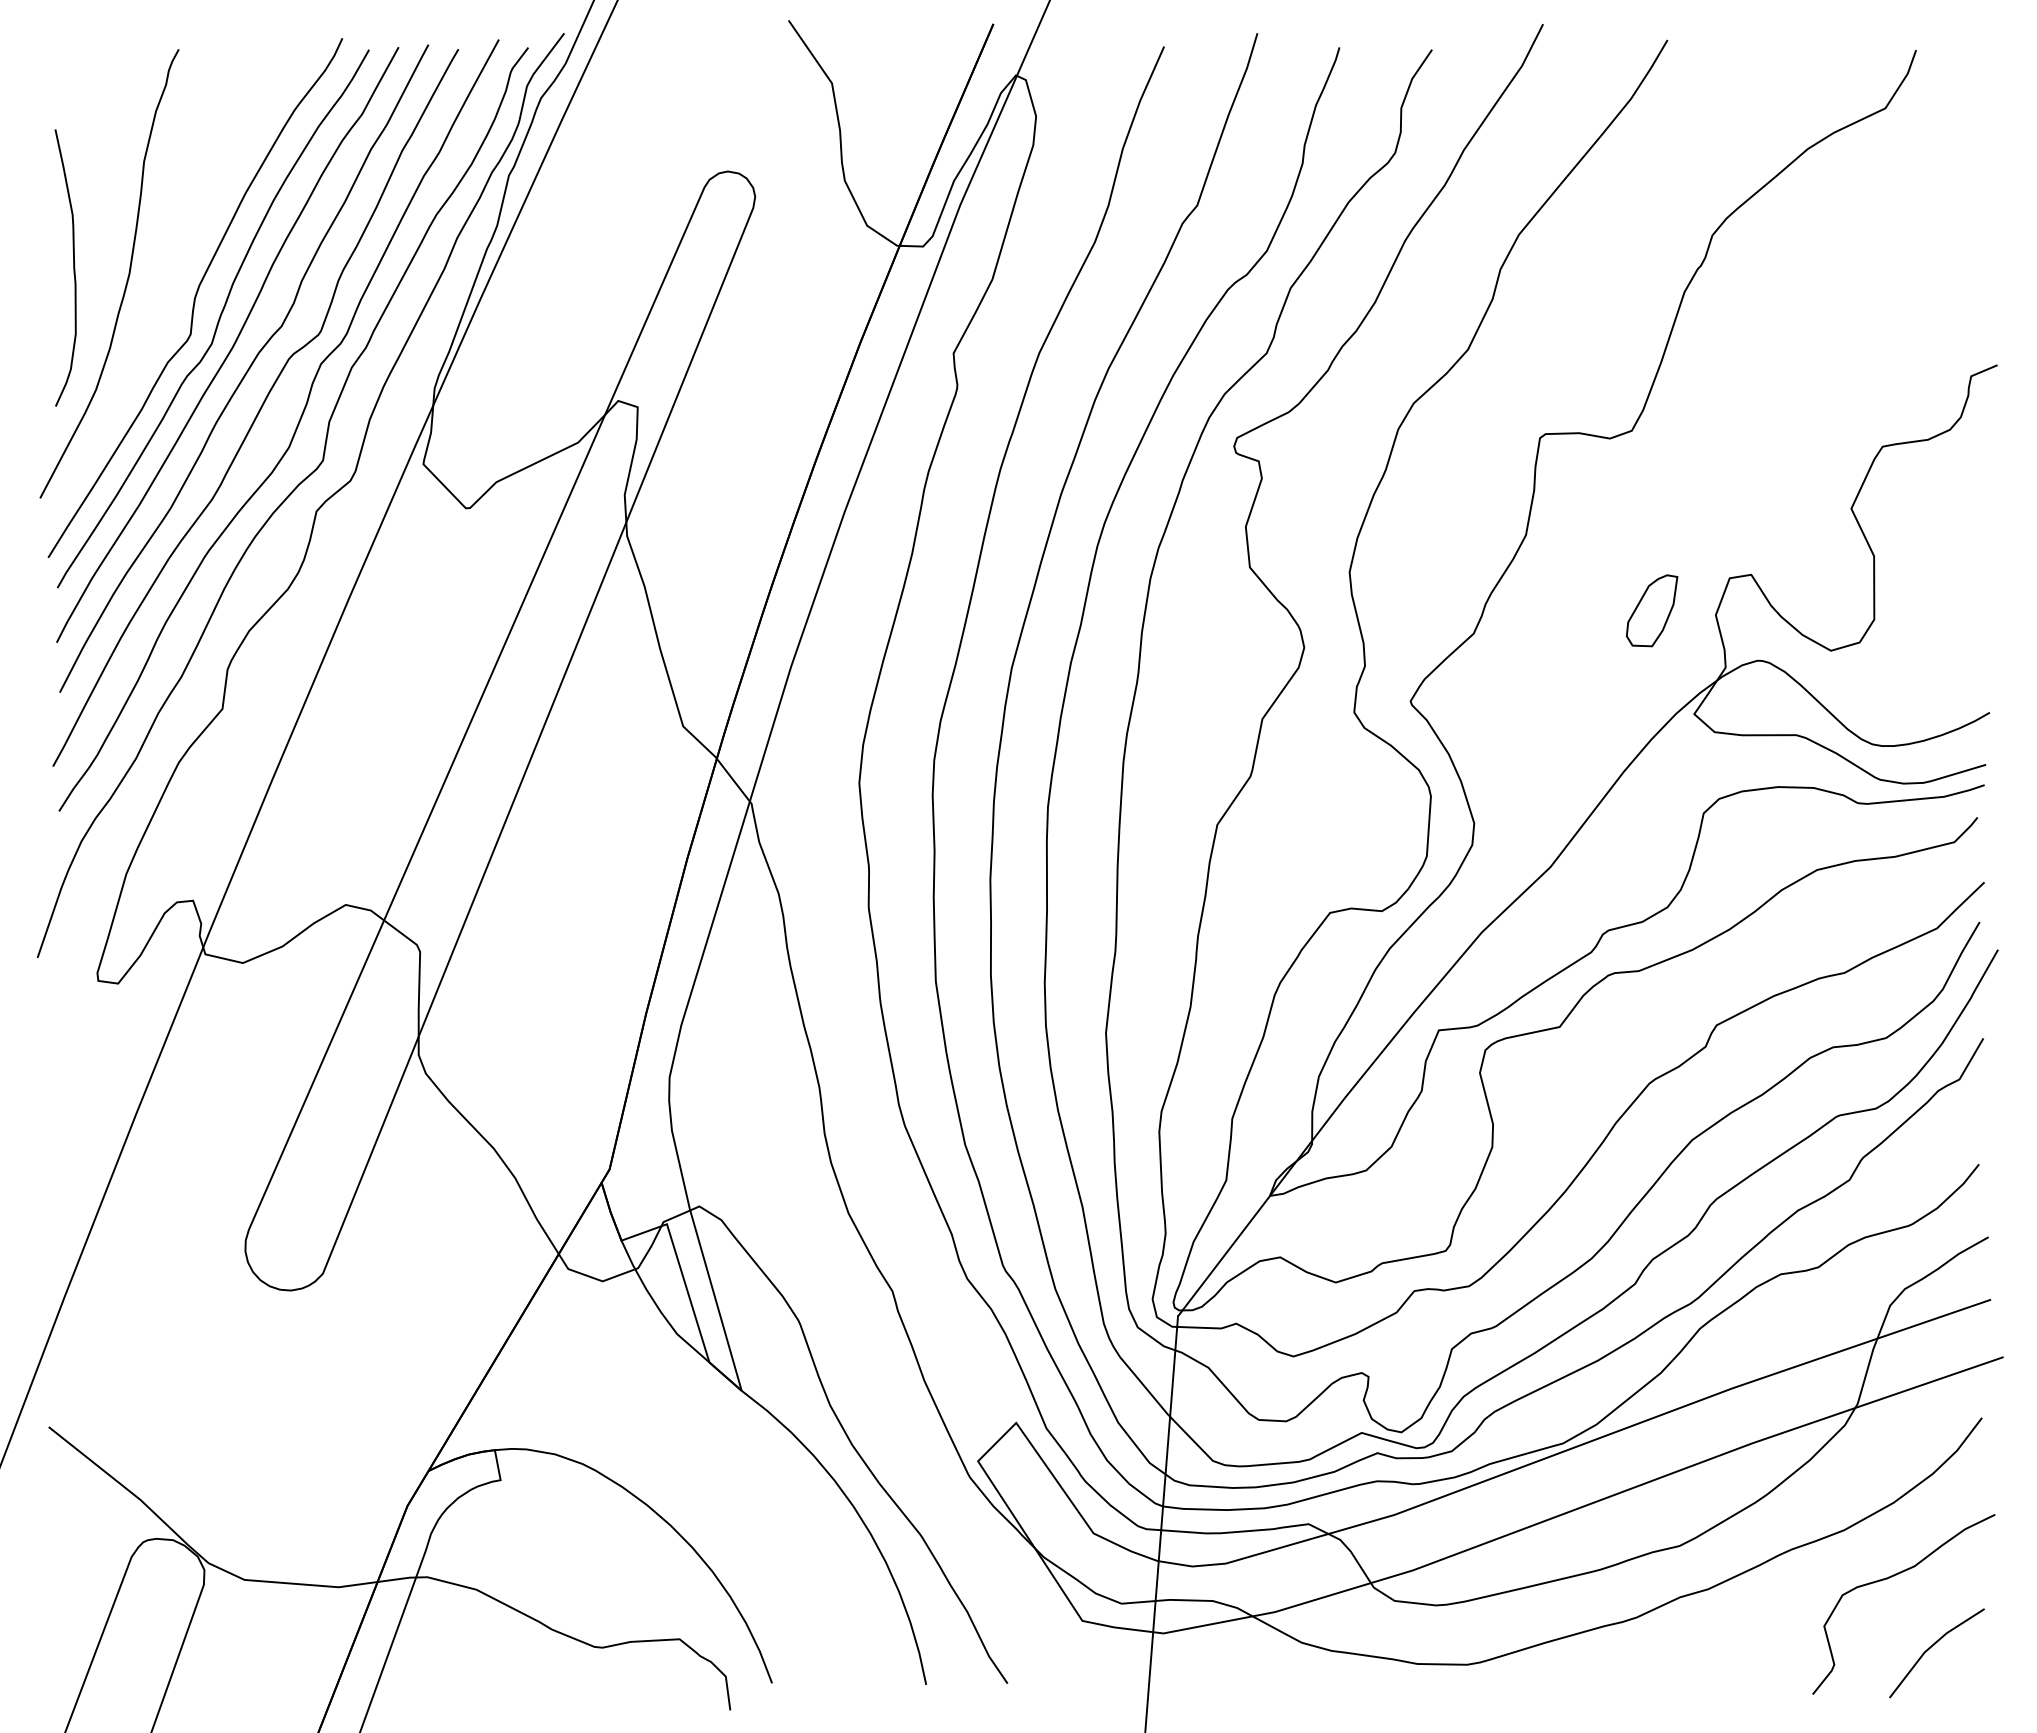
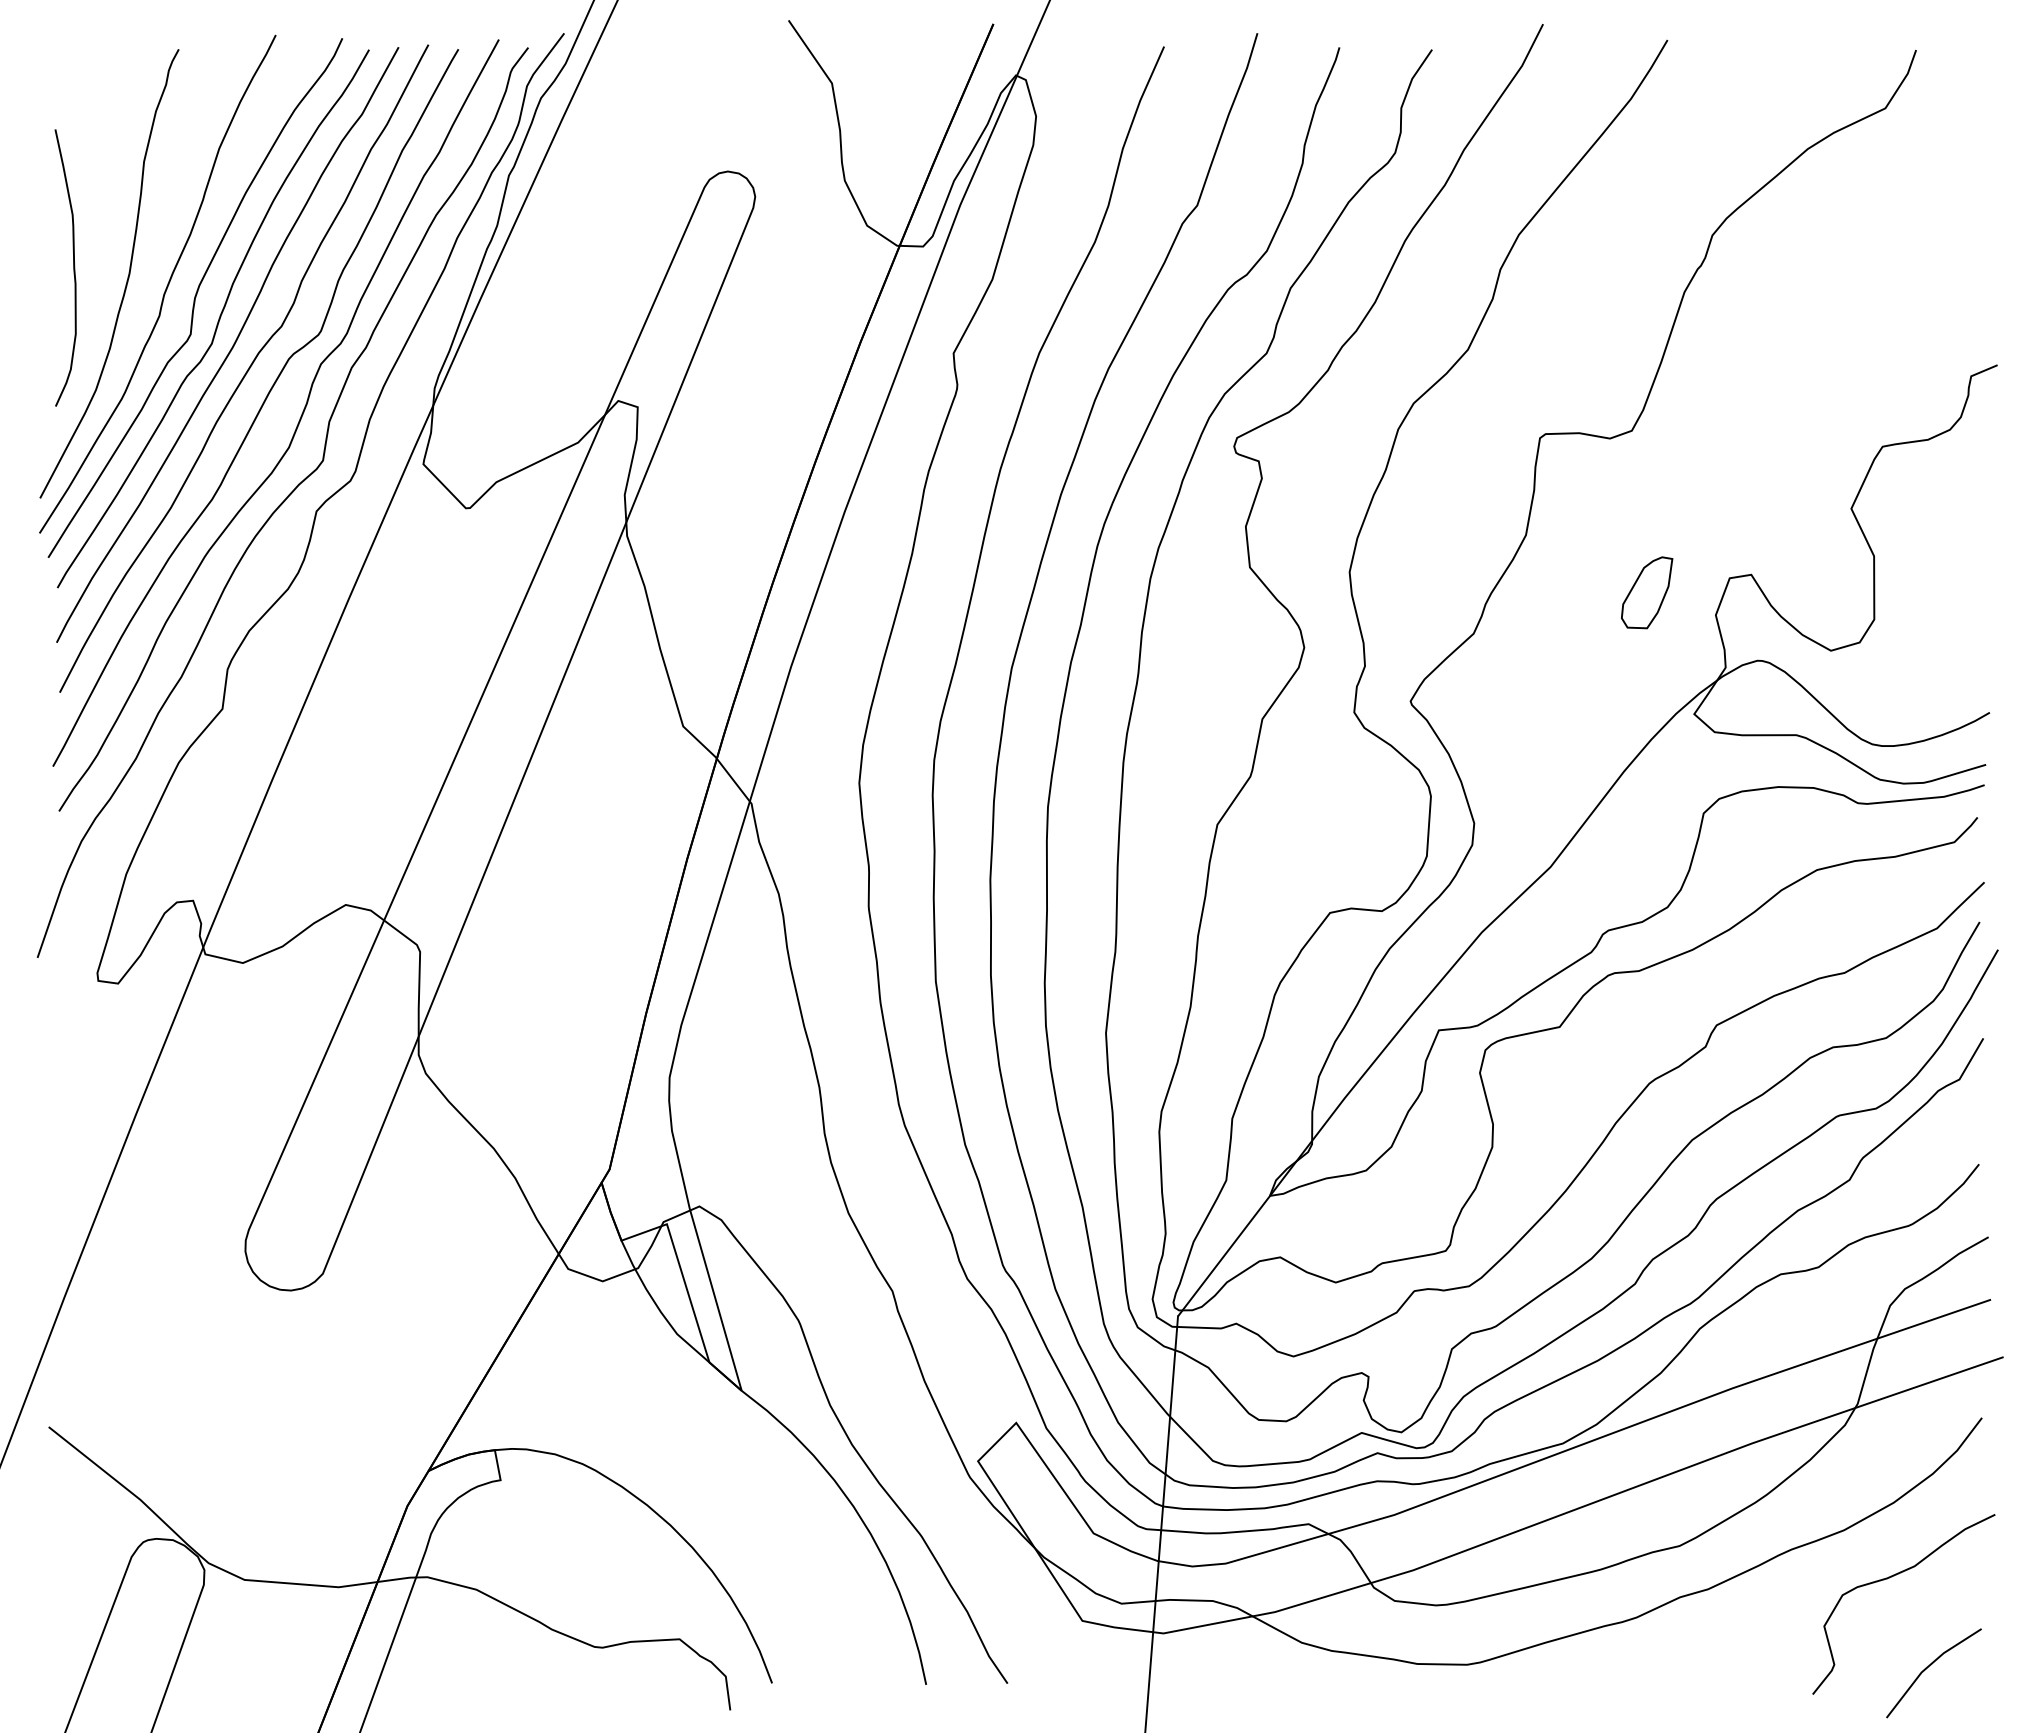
curve at (165, 288): none -> present
part at (1652, 610) position: (1652, 610) -> (1647, 592)
line at (1931, 1647) position: (1931, 1647) -> (1928, 1667)
